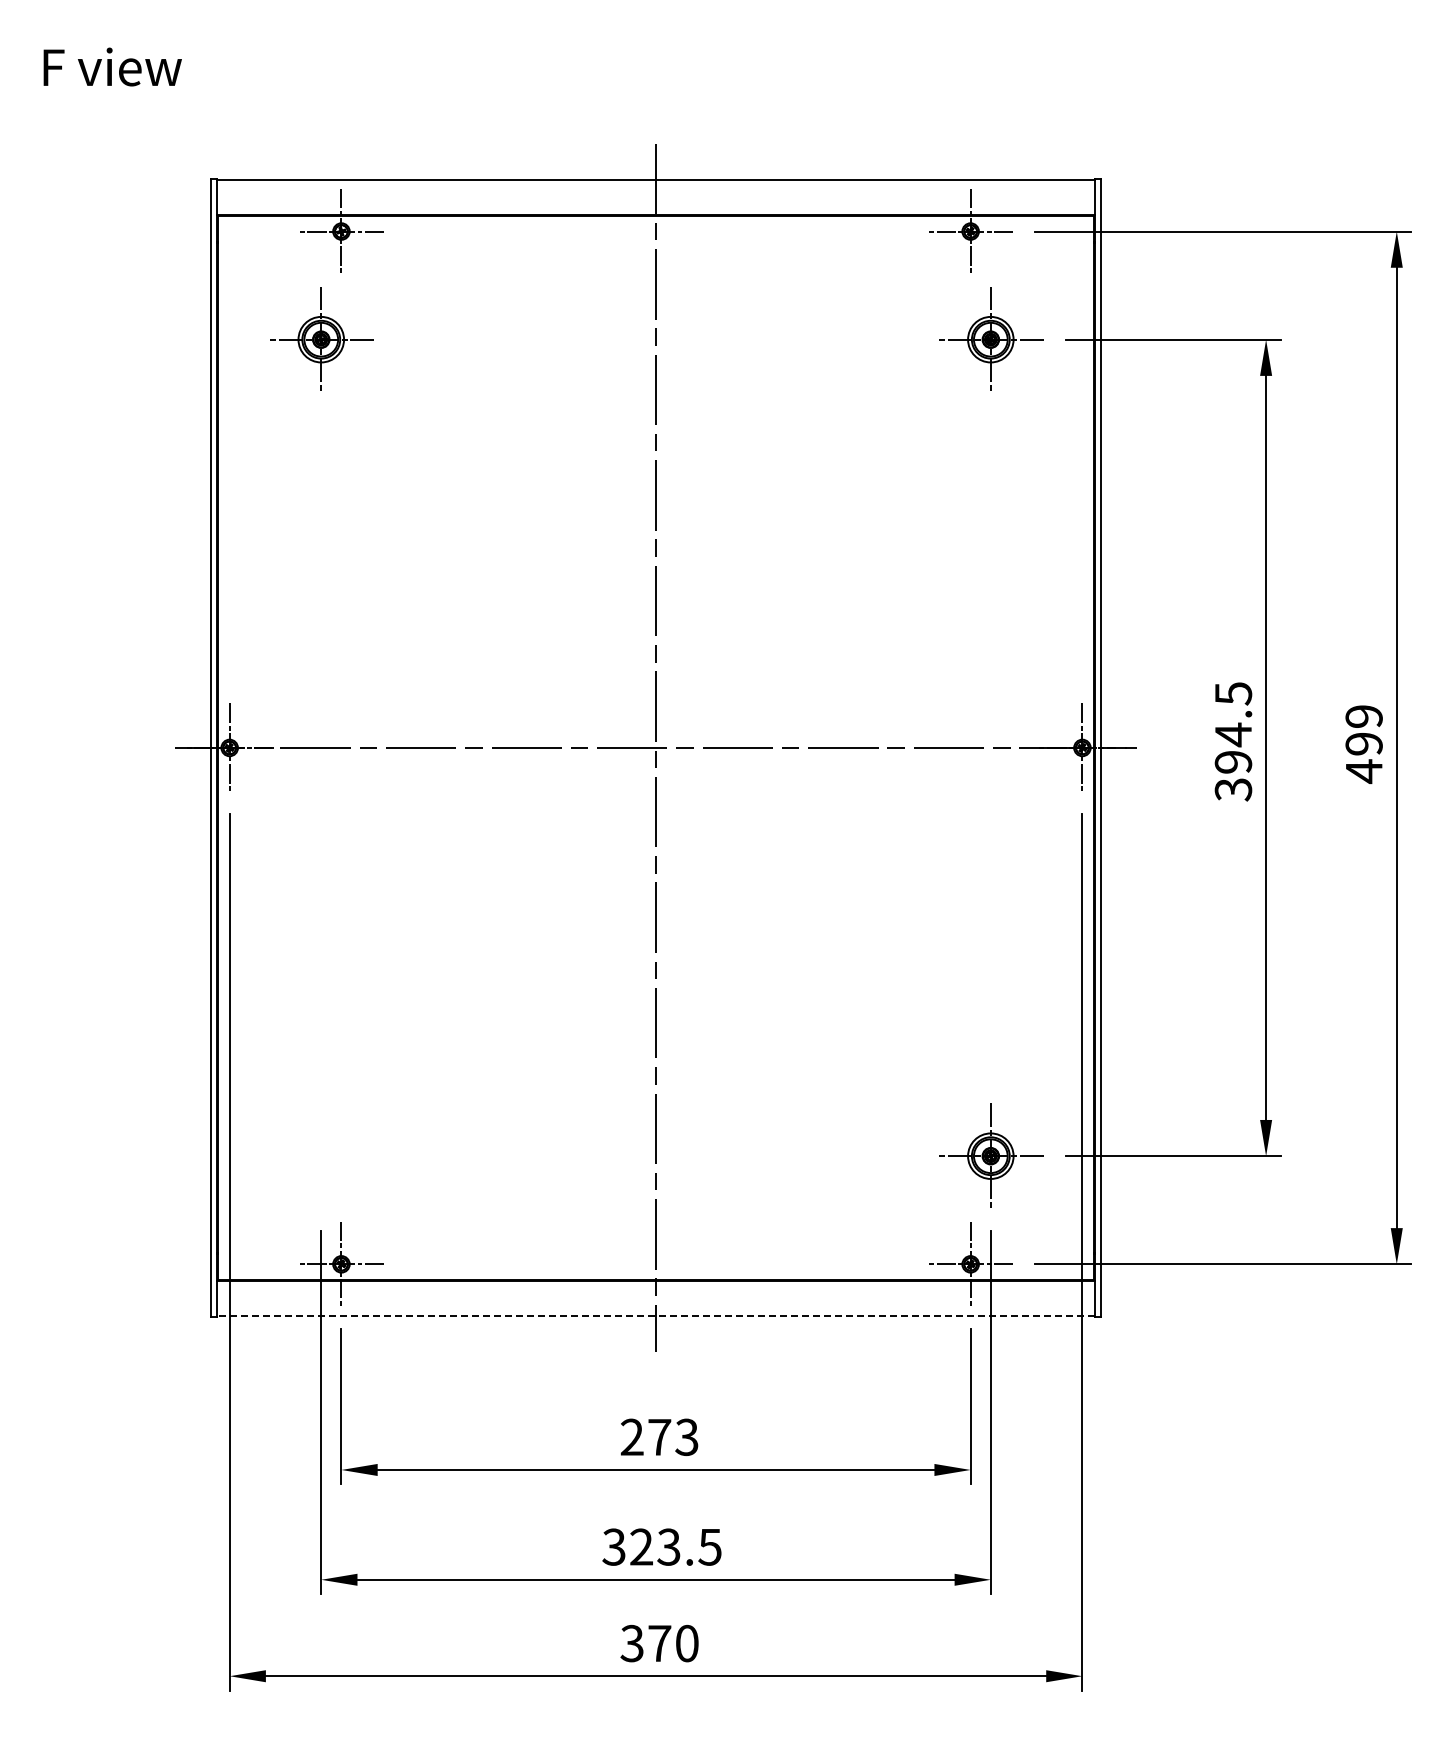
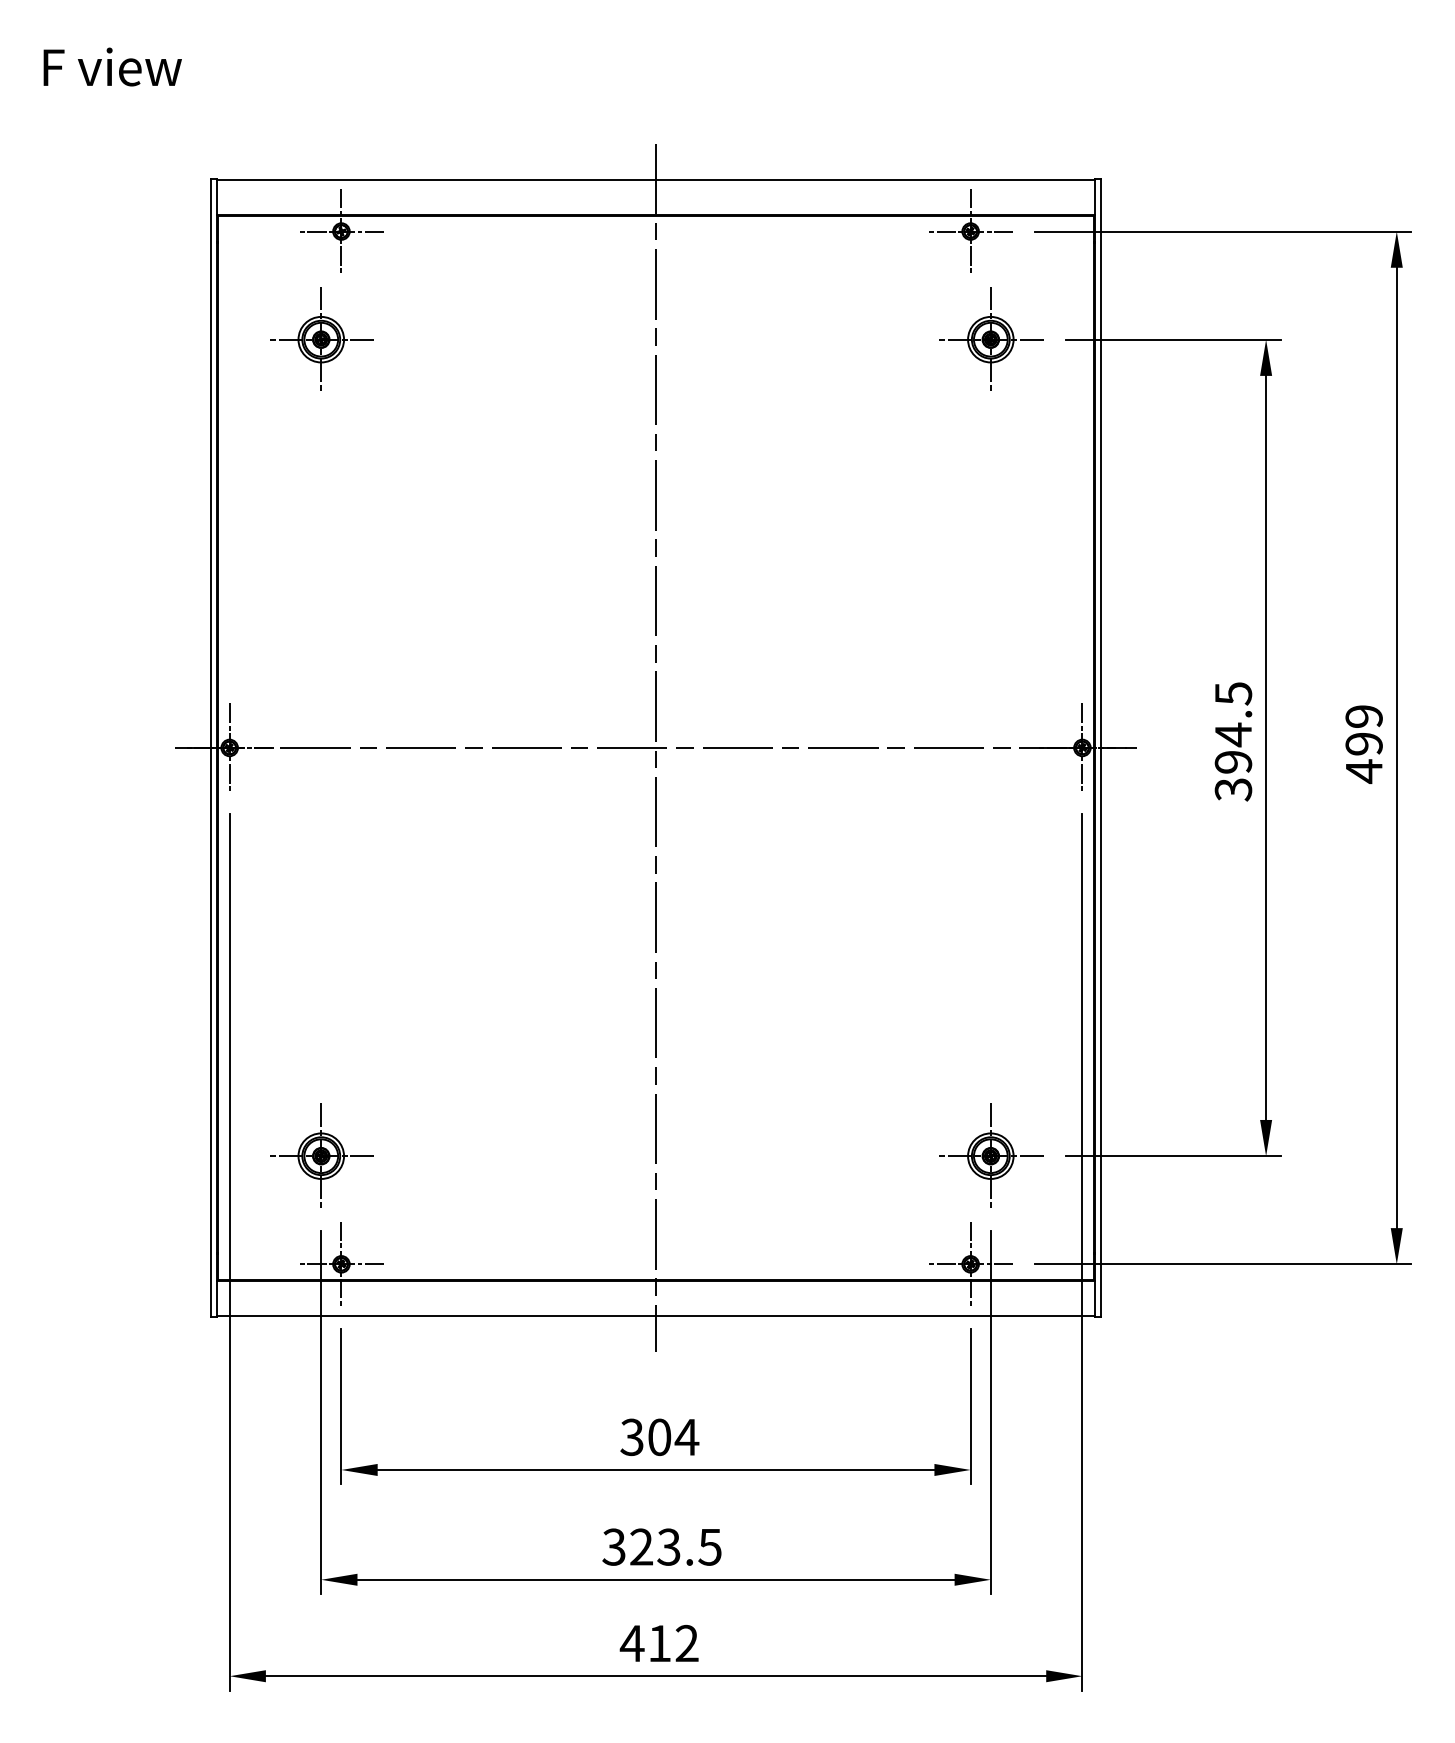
part at (321, 1155): none -> present
line at (656, 1316): dashed -> solid
text at (659, 1437): 273 -> 304
text at (658, 1643): 370 -> 412
